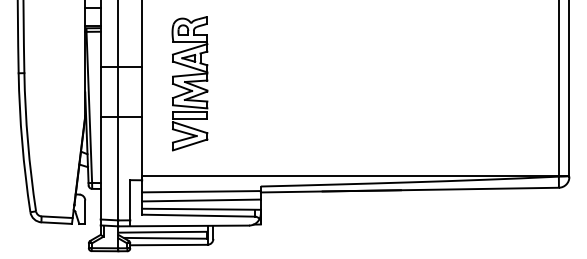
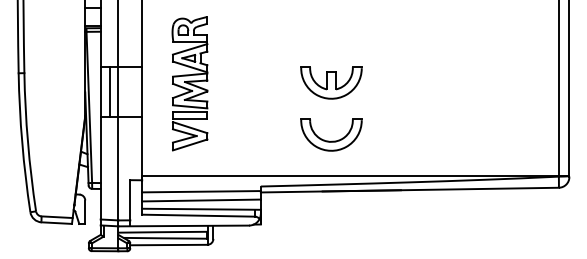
part at (331, 82): none -> present
line at (110, 92): none -> present
part at (331, 134): none -> present
